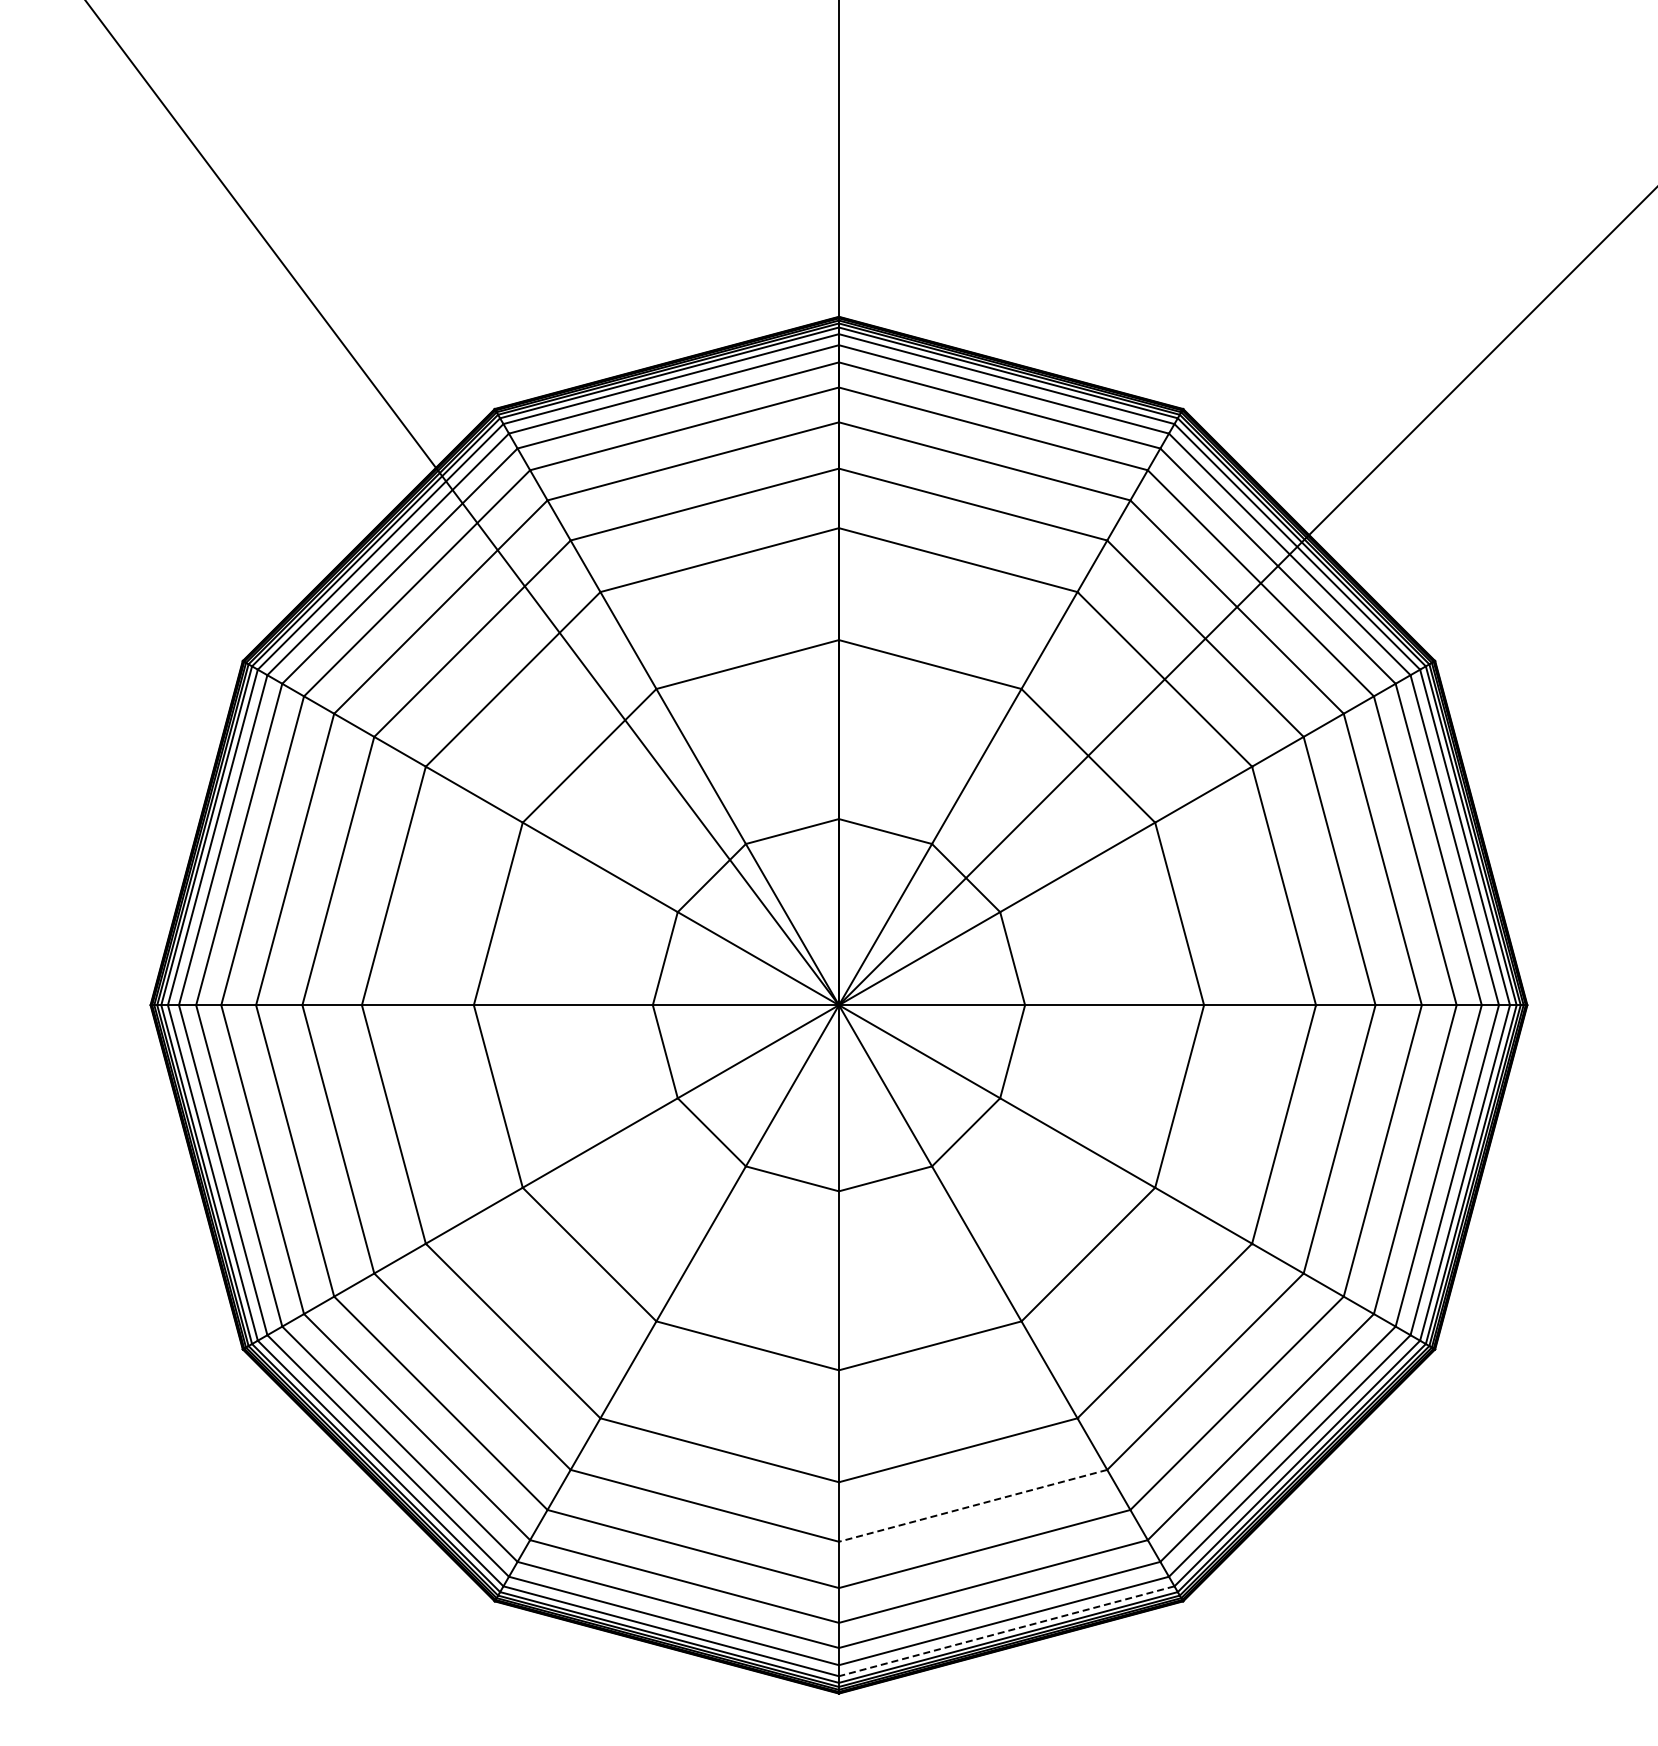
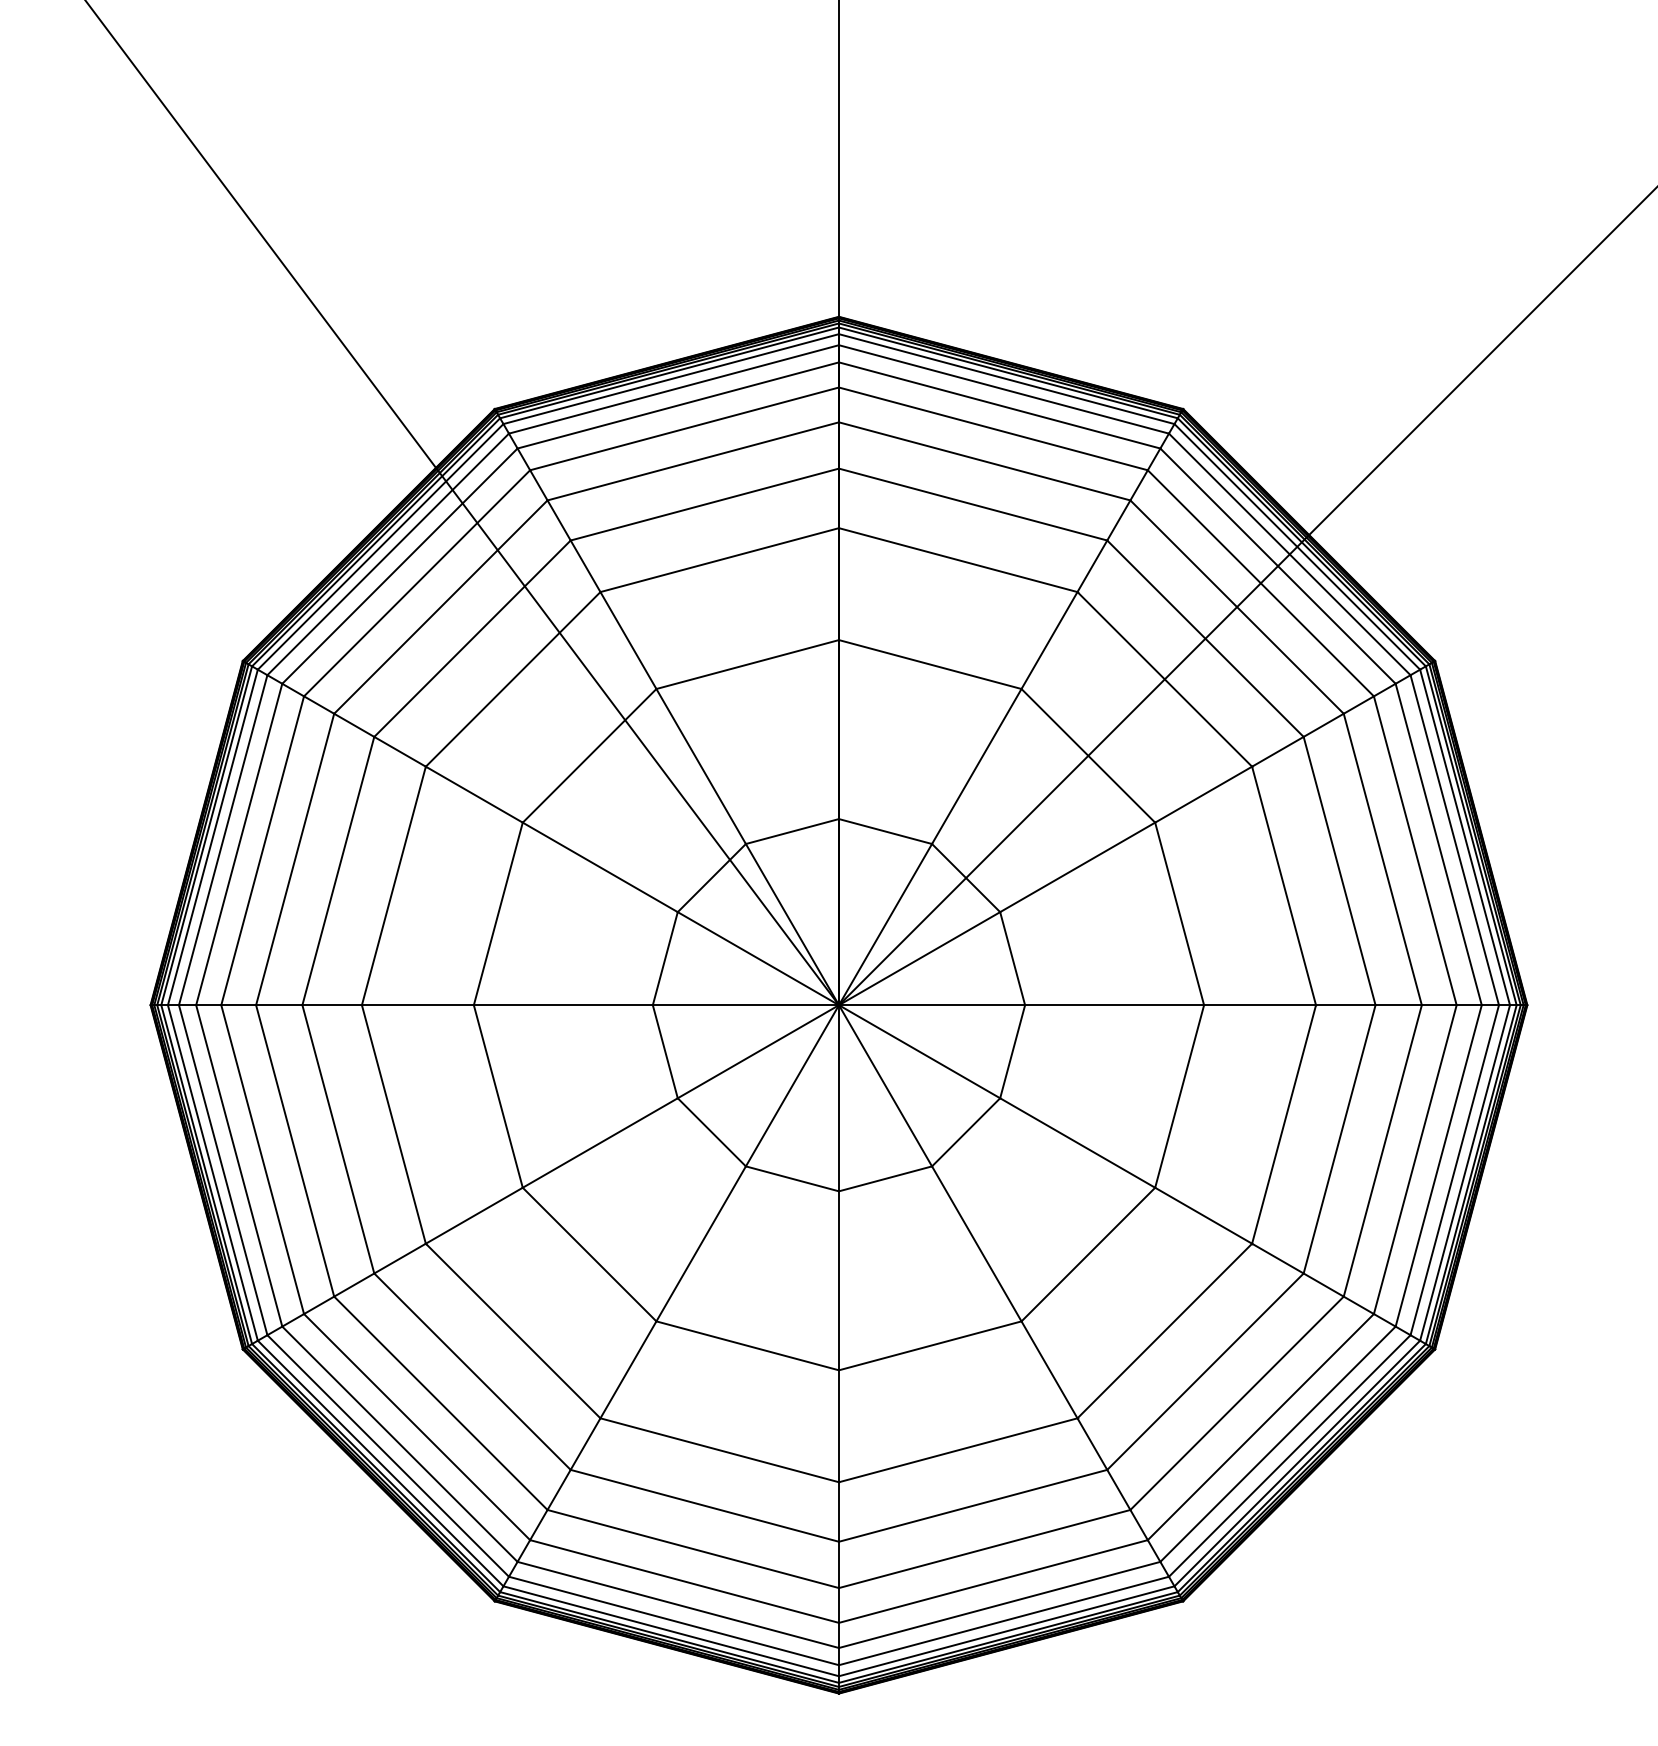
line at (973, 1505): dashed -> solid
line at (1006, 1631): dashed -> solid
